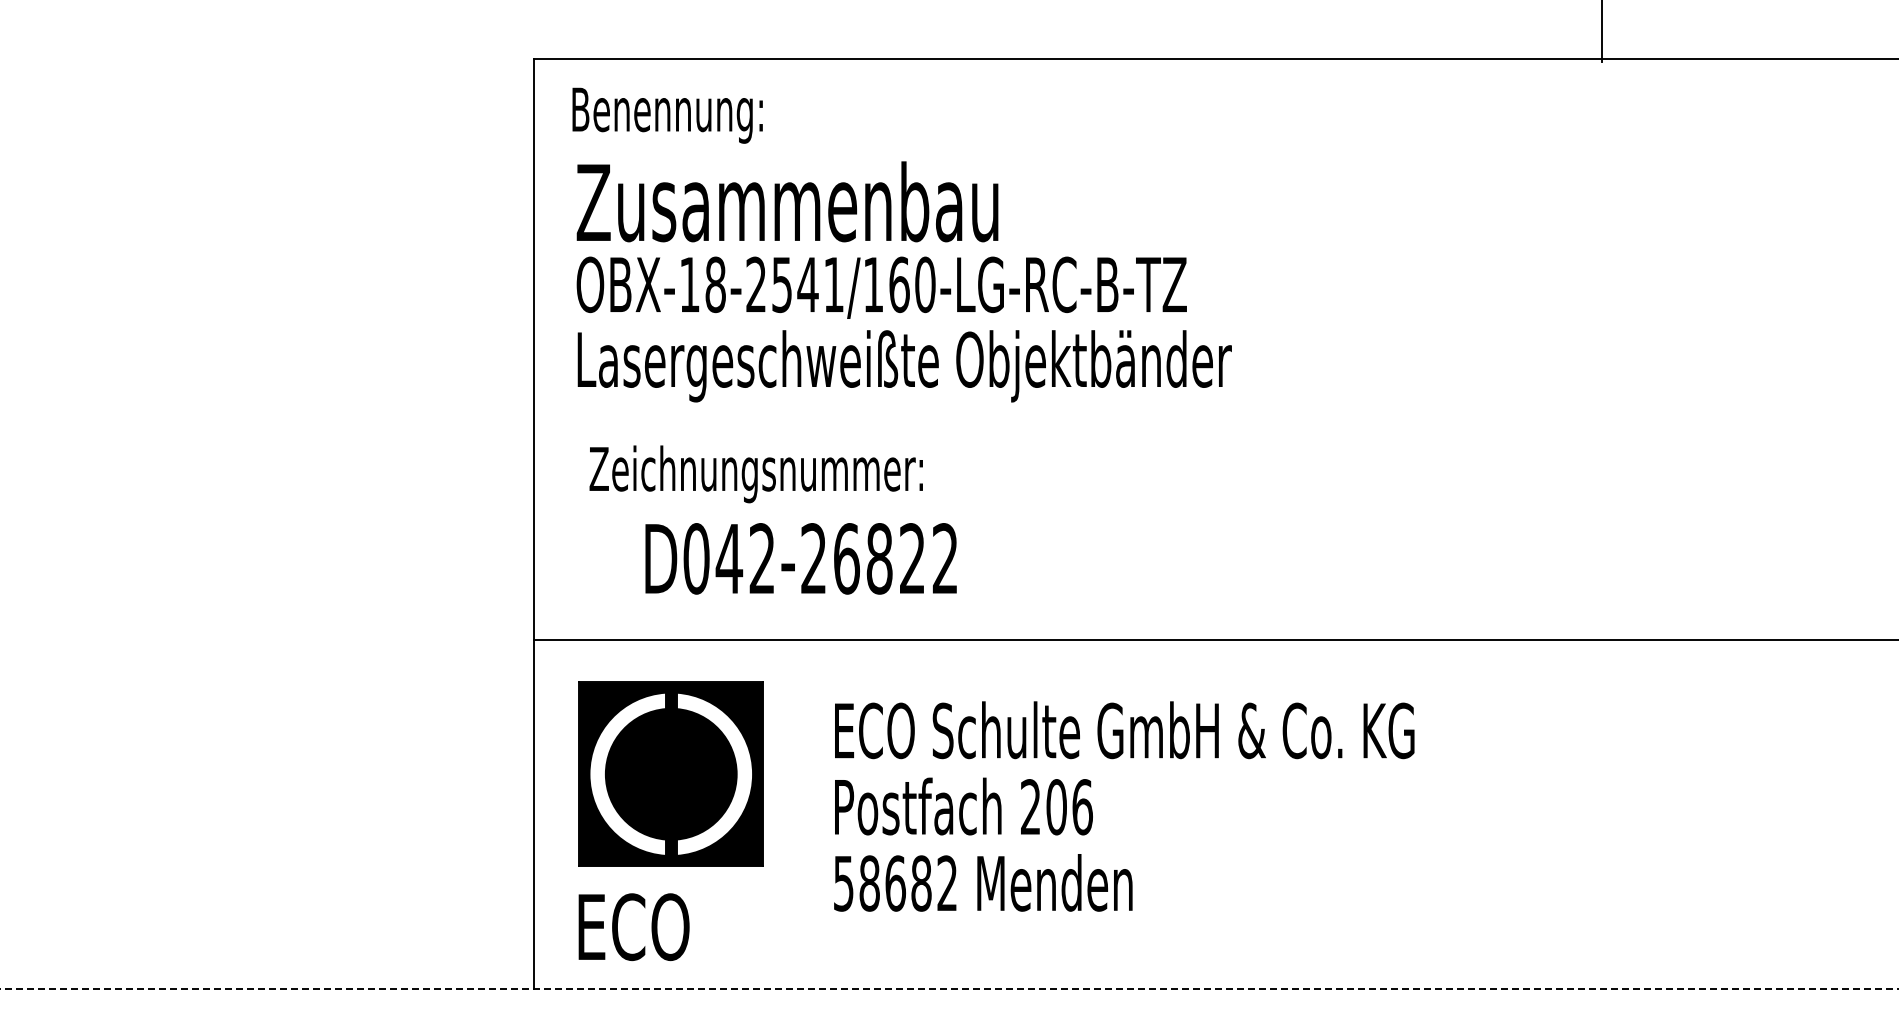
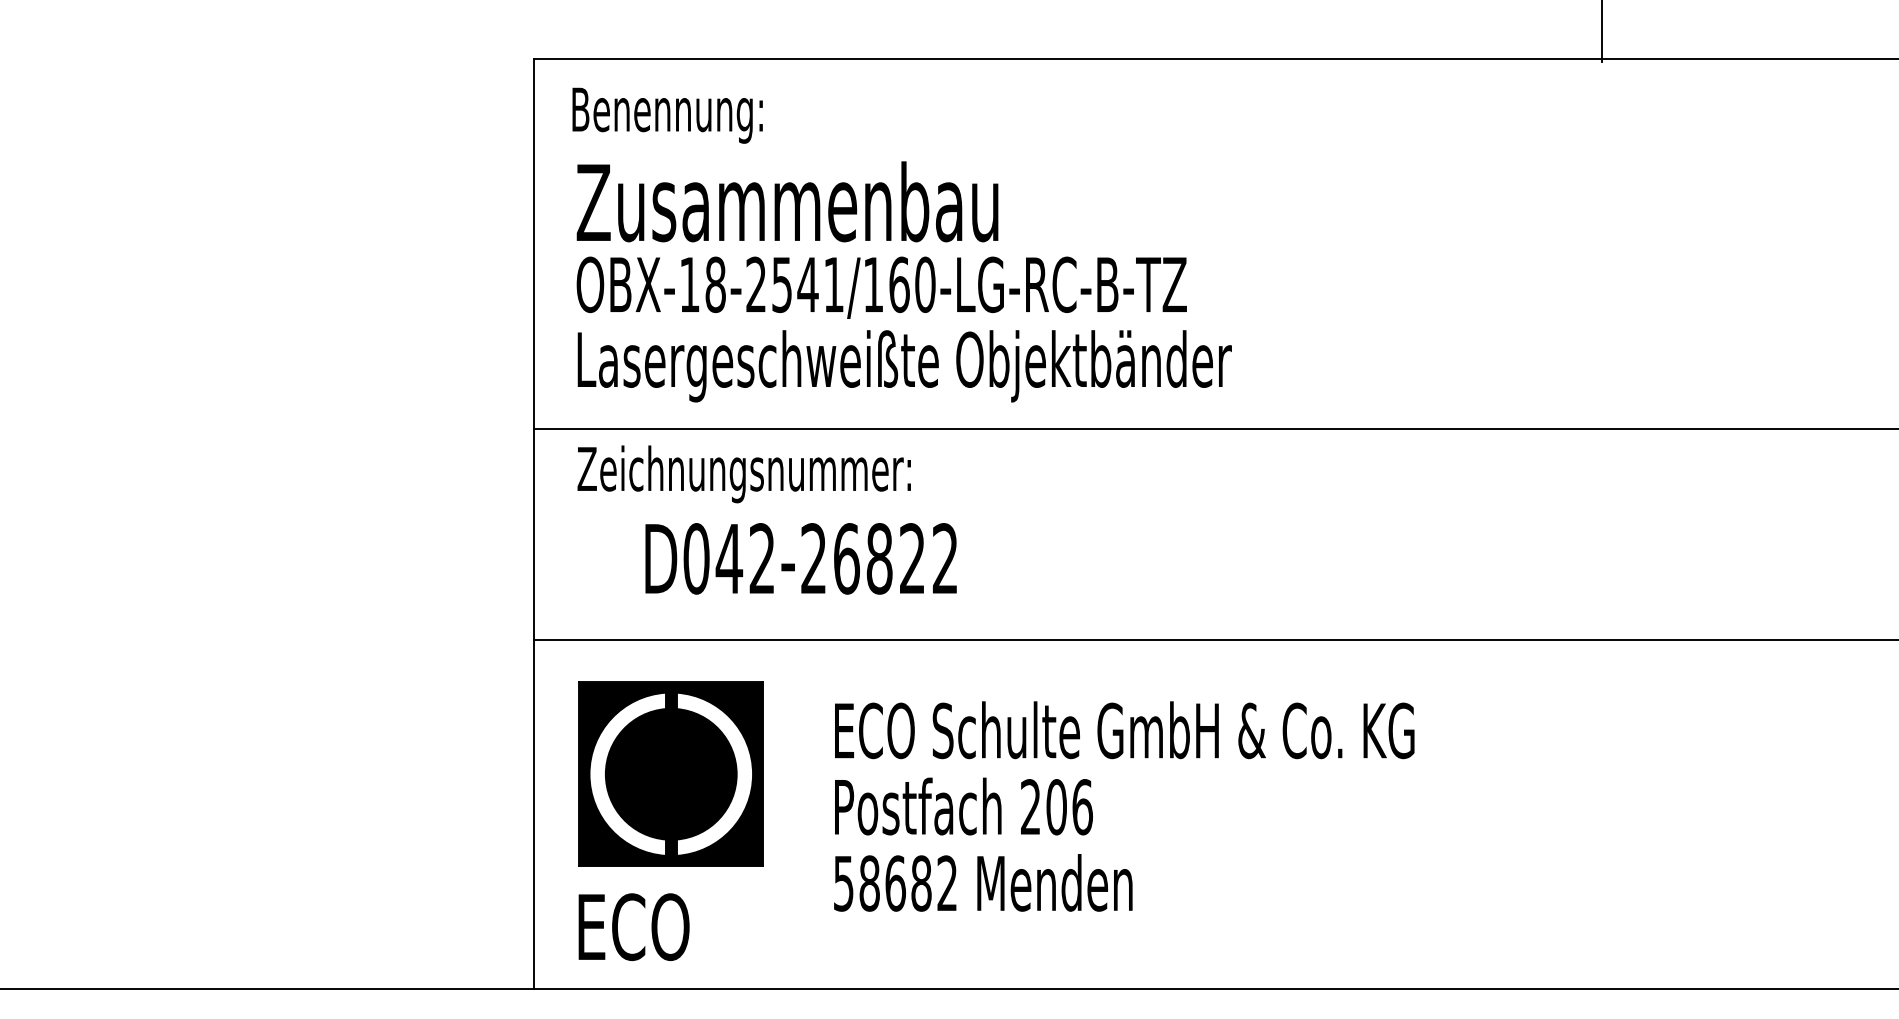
line at (1214, 429): none -> present
text at (755, 474) position: (755, 474) -> (743, 474)
line at (949, 988): dashed -> solid
